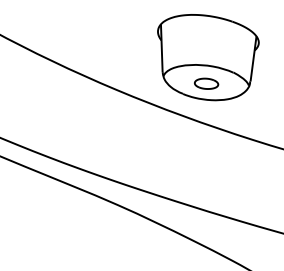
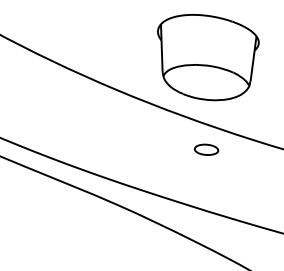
part at (206, 83) position: (206, 83) -> (206, 149)
